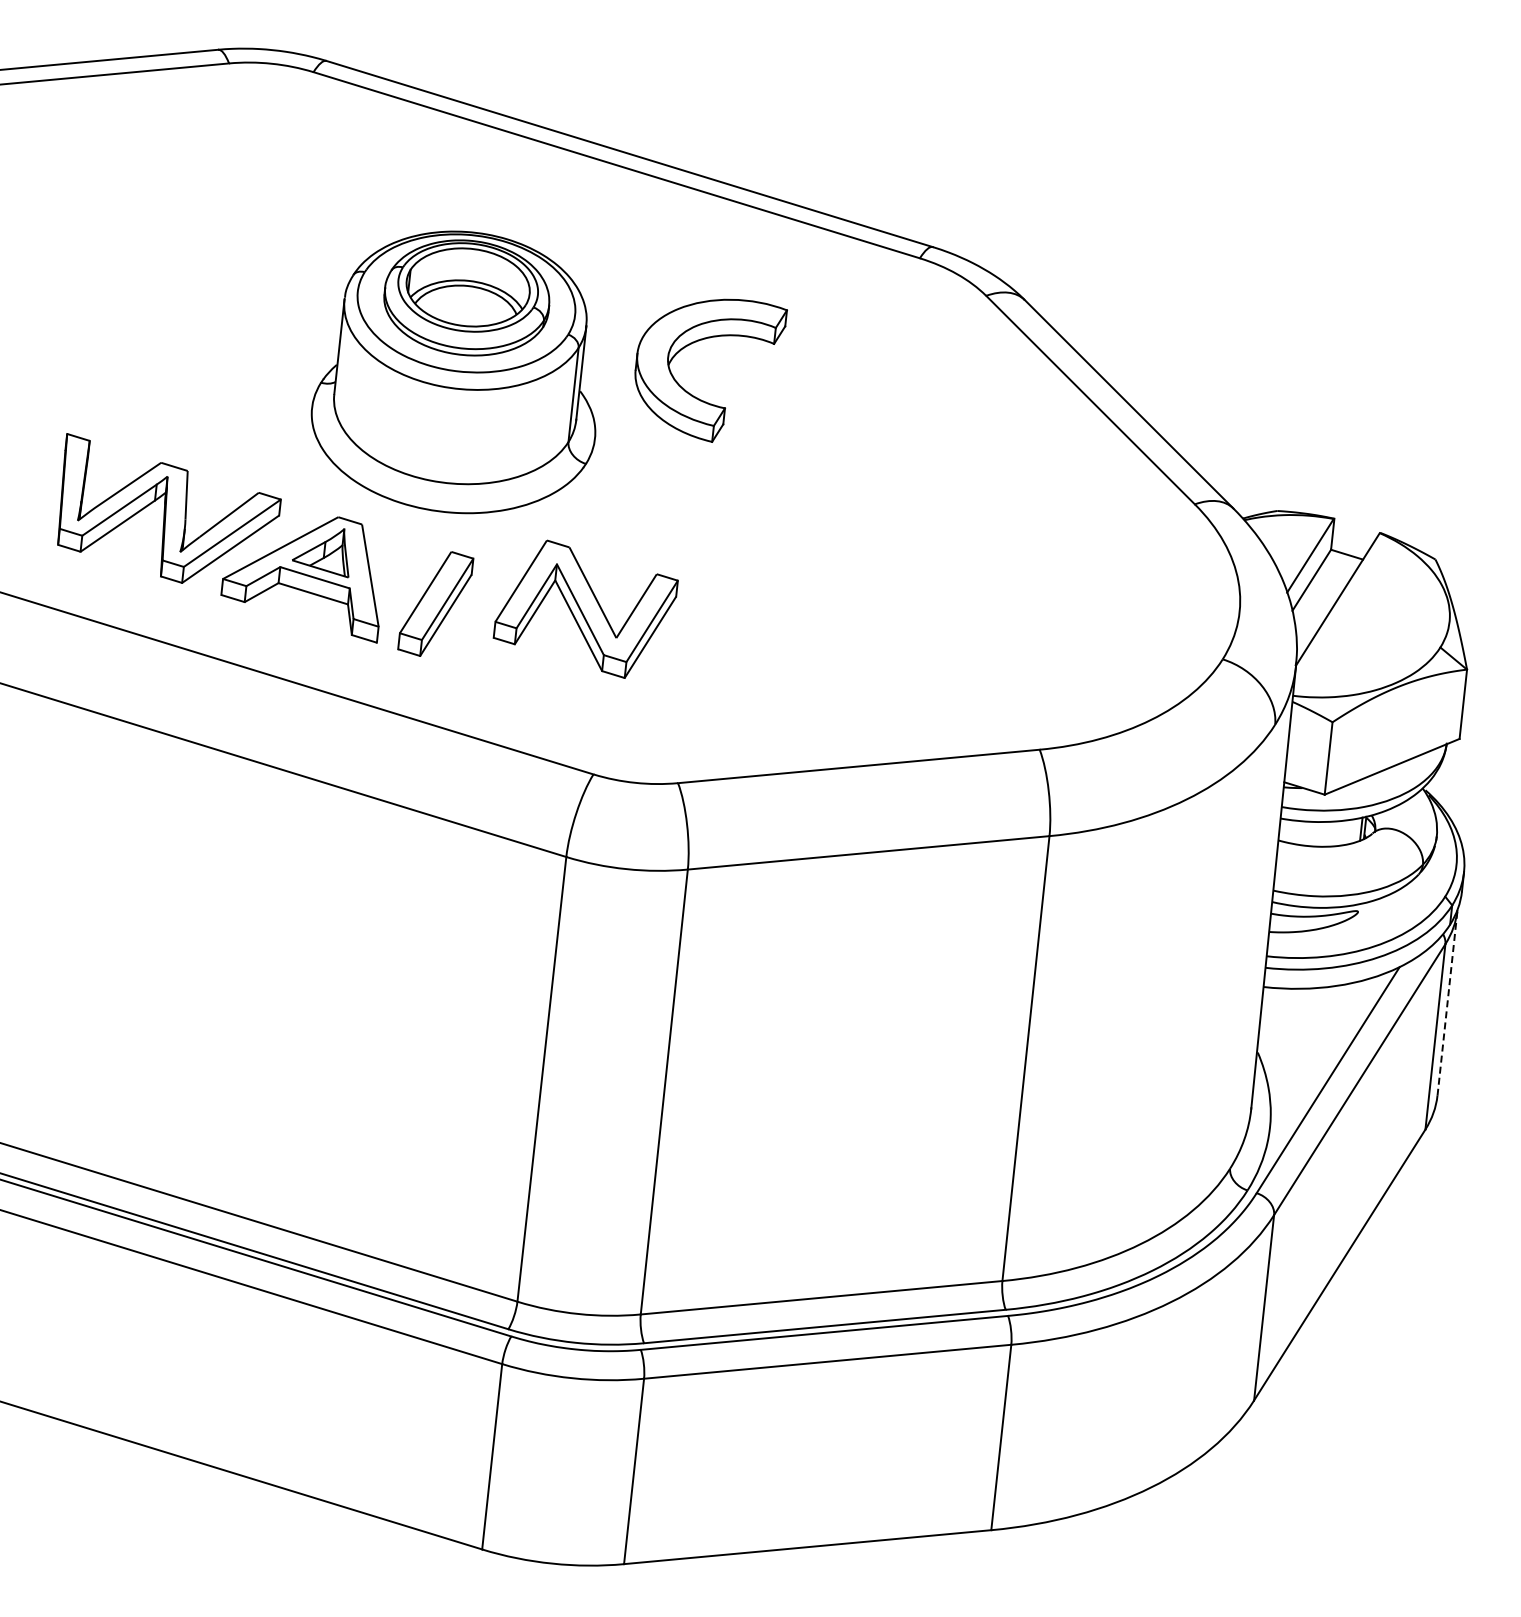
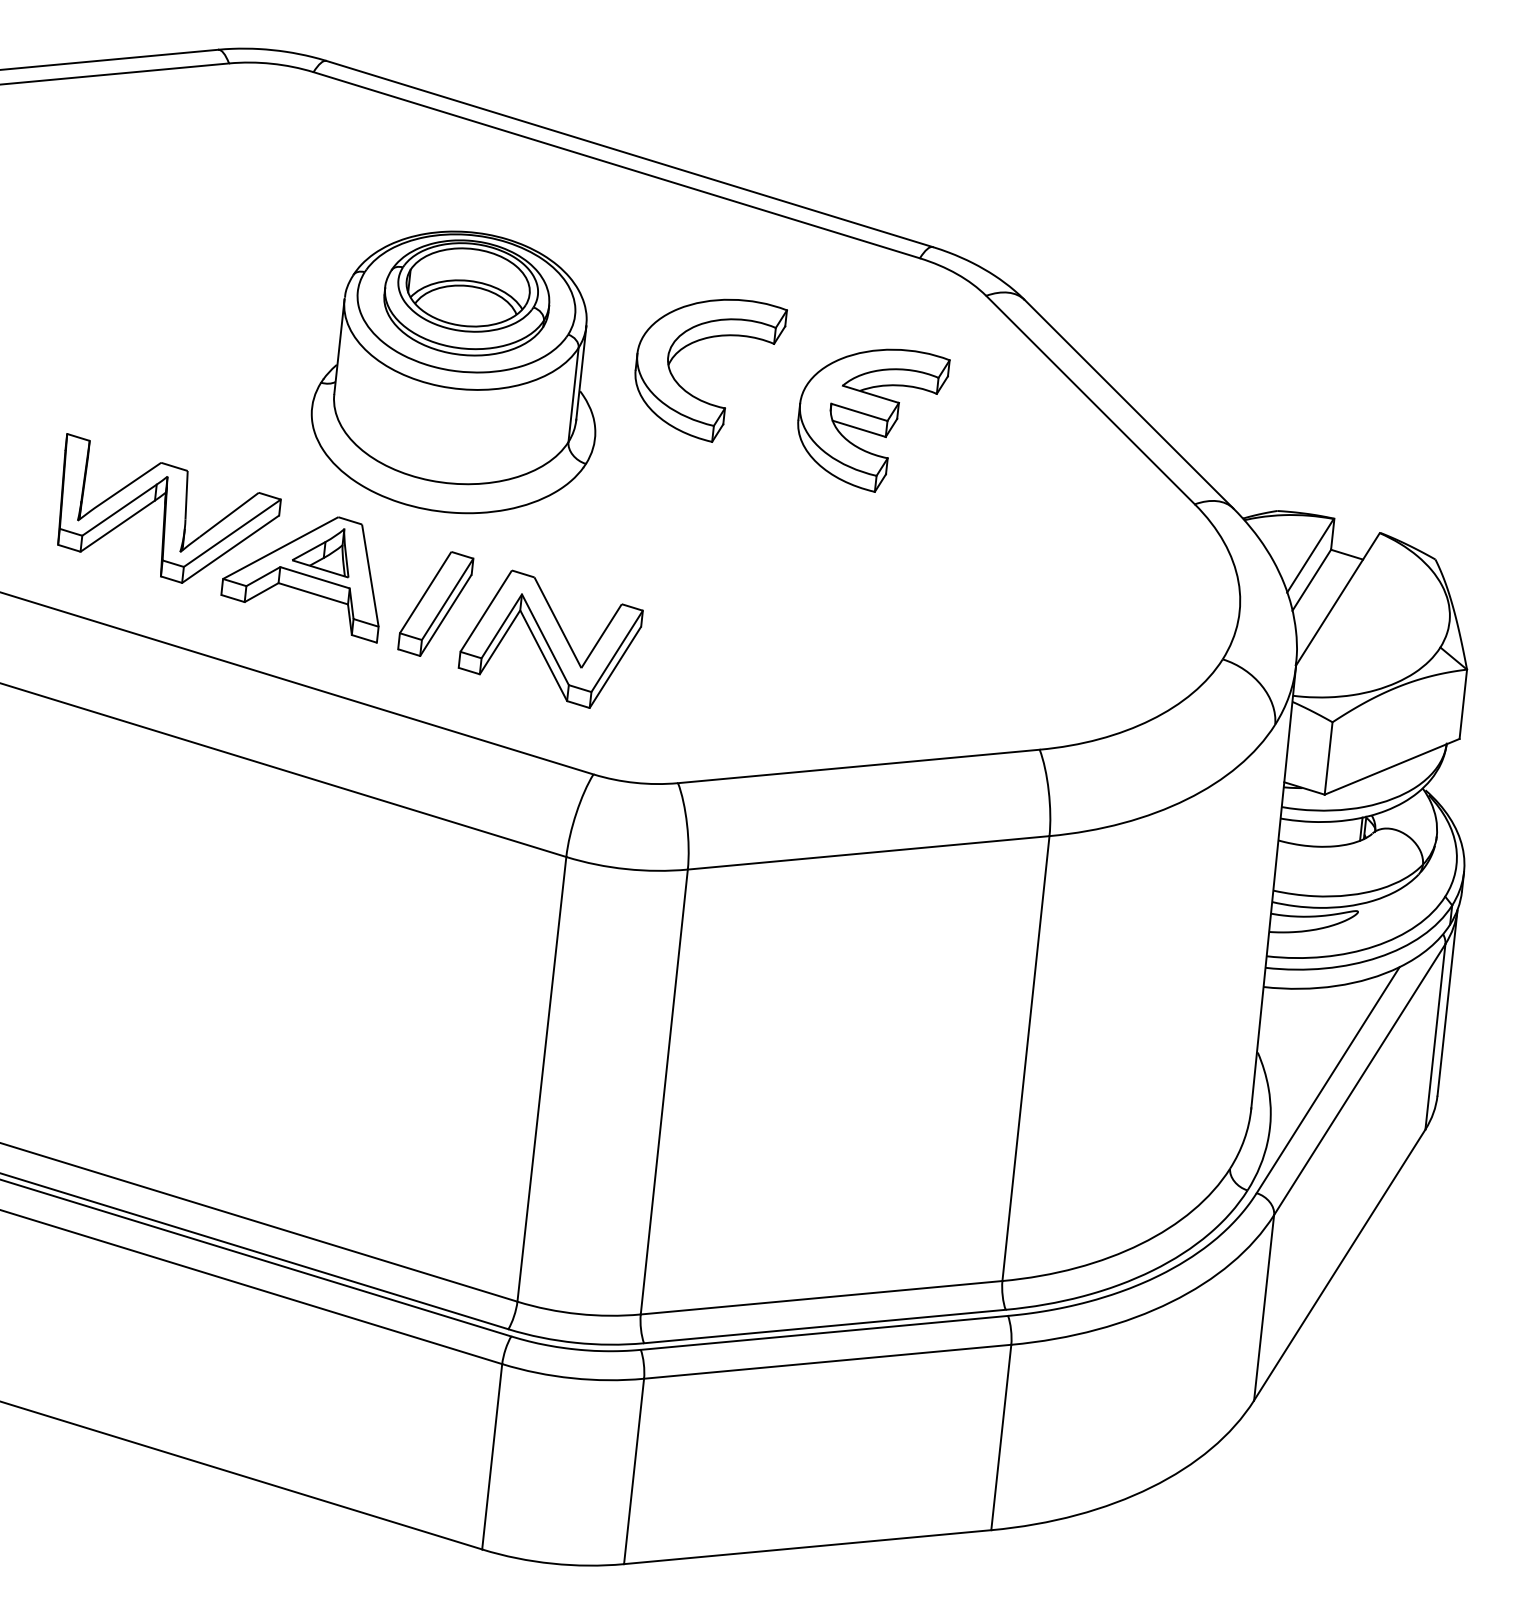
part at (873, 420): none -> present
part at (585, 608) position: (585, 608) -> (550, 638)
line at (1447, 1002): dashed -> solid
